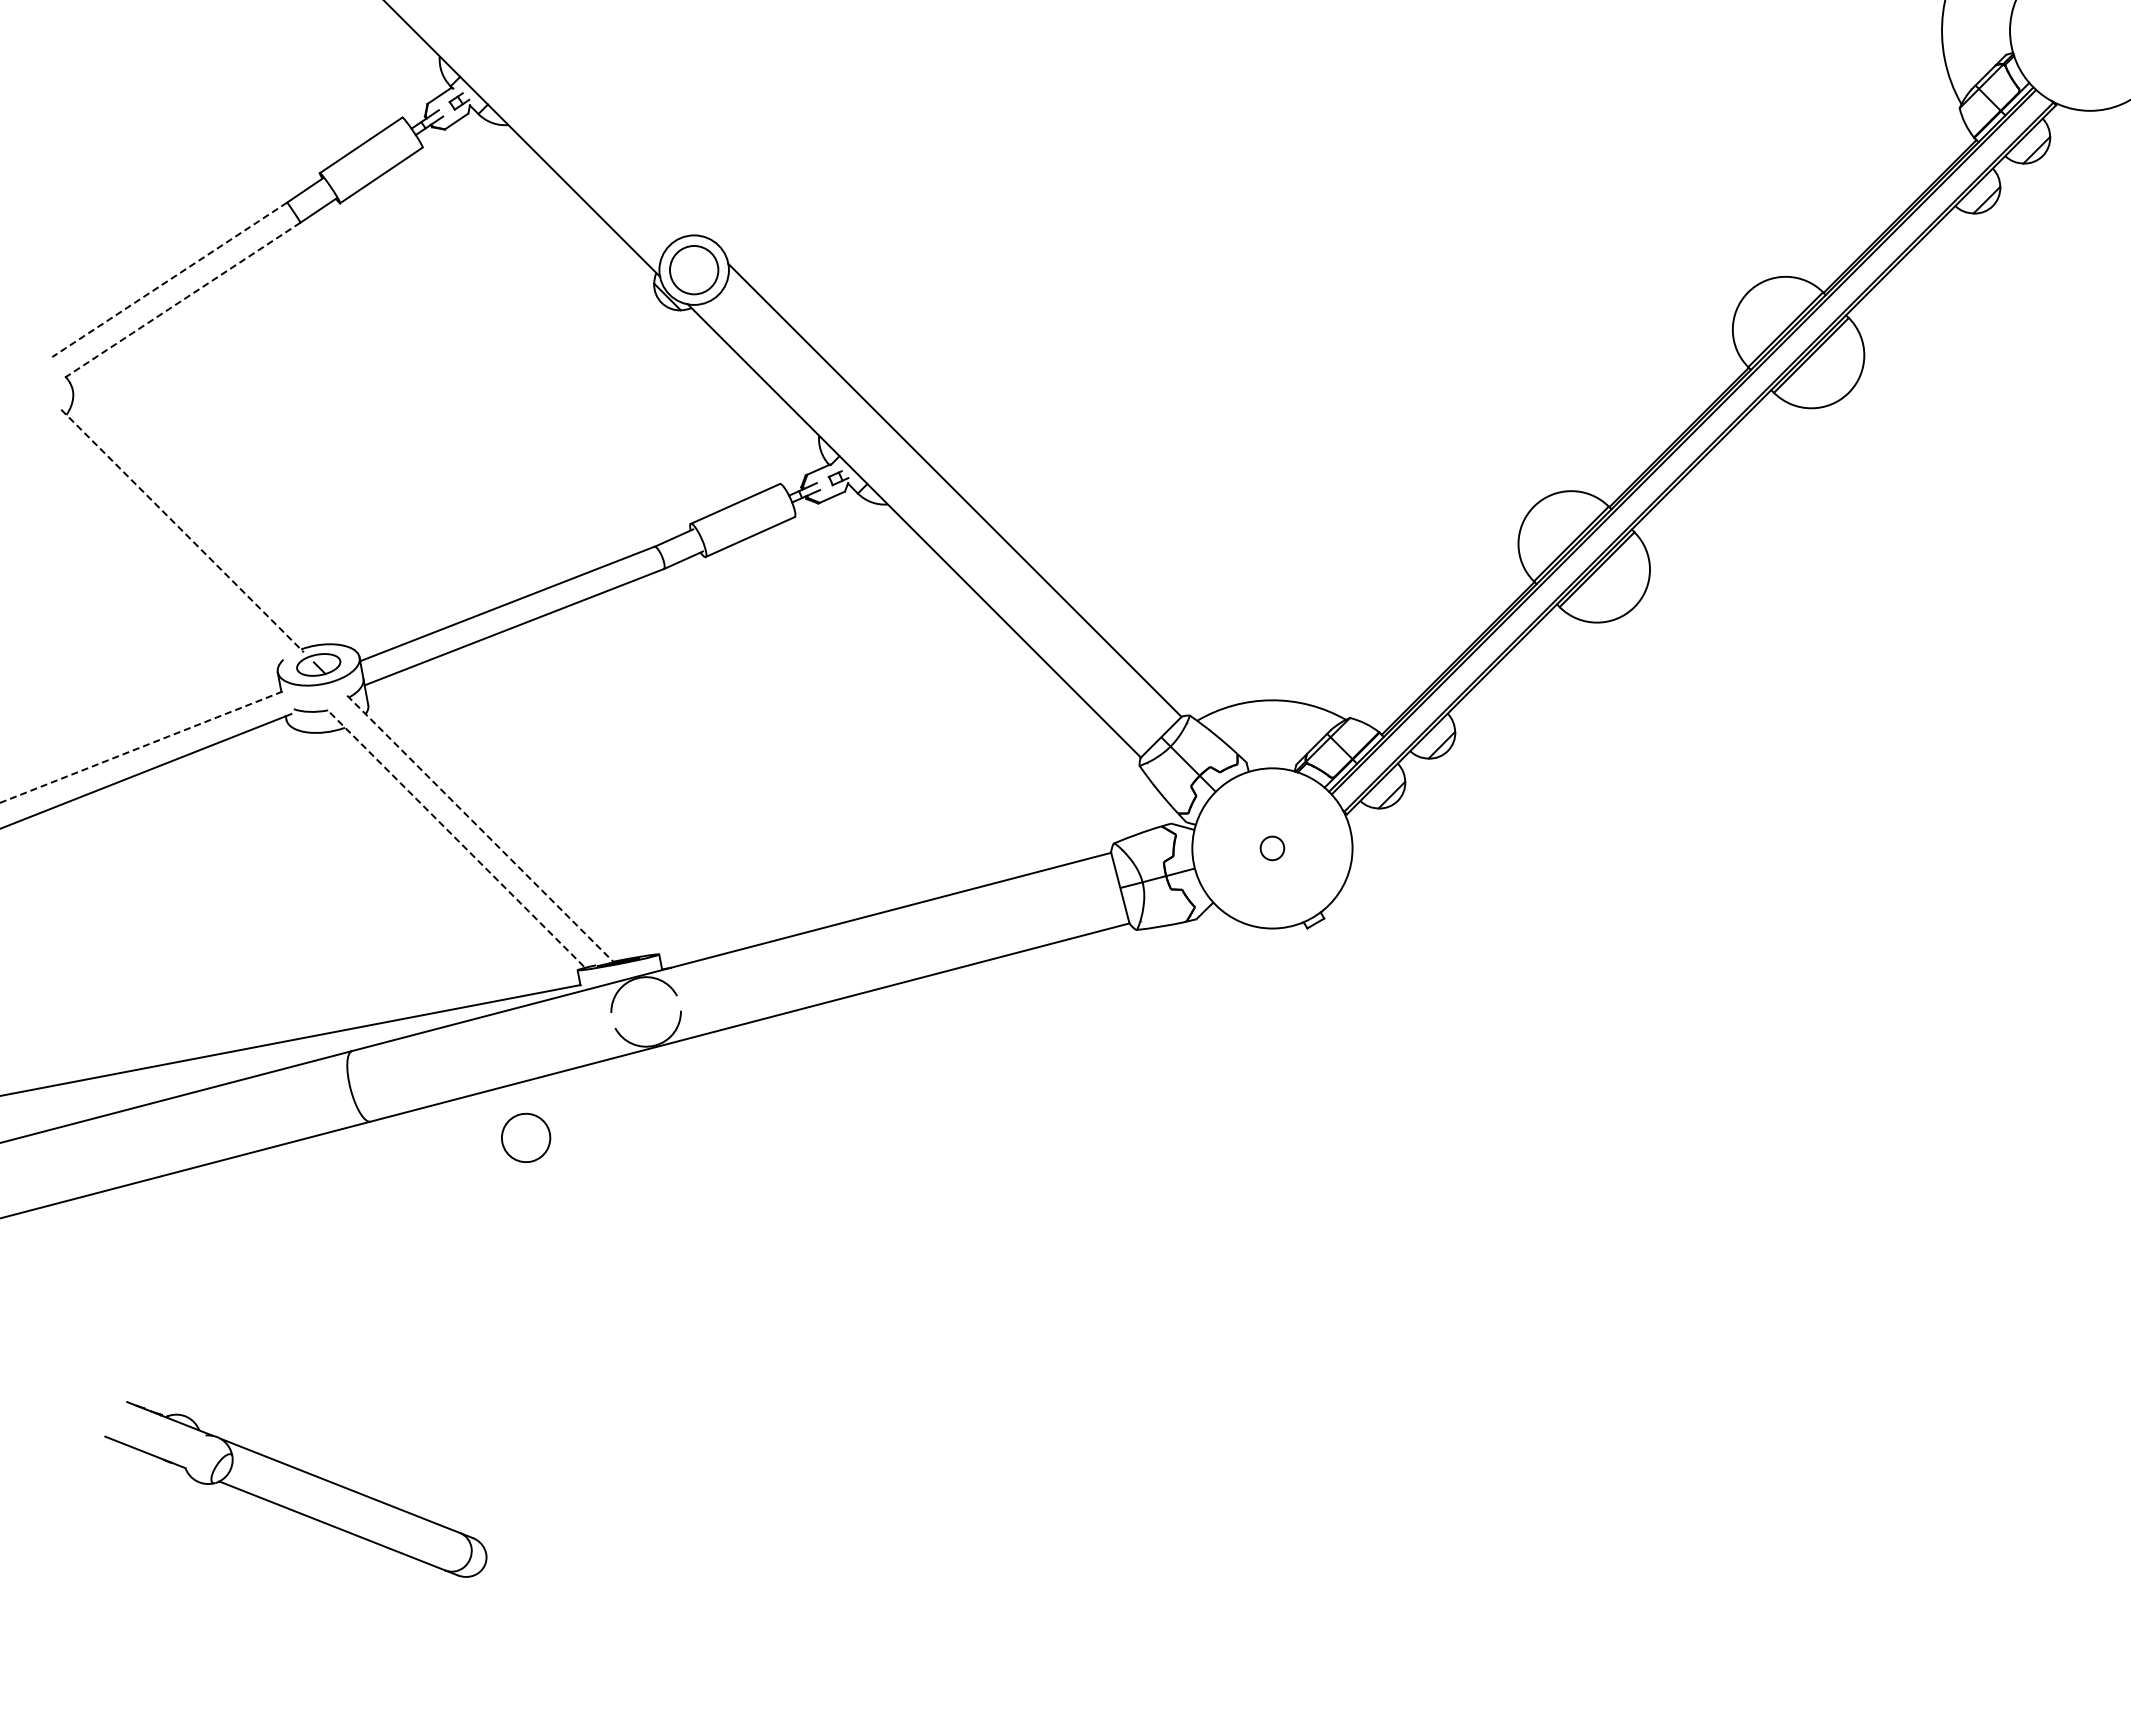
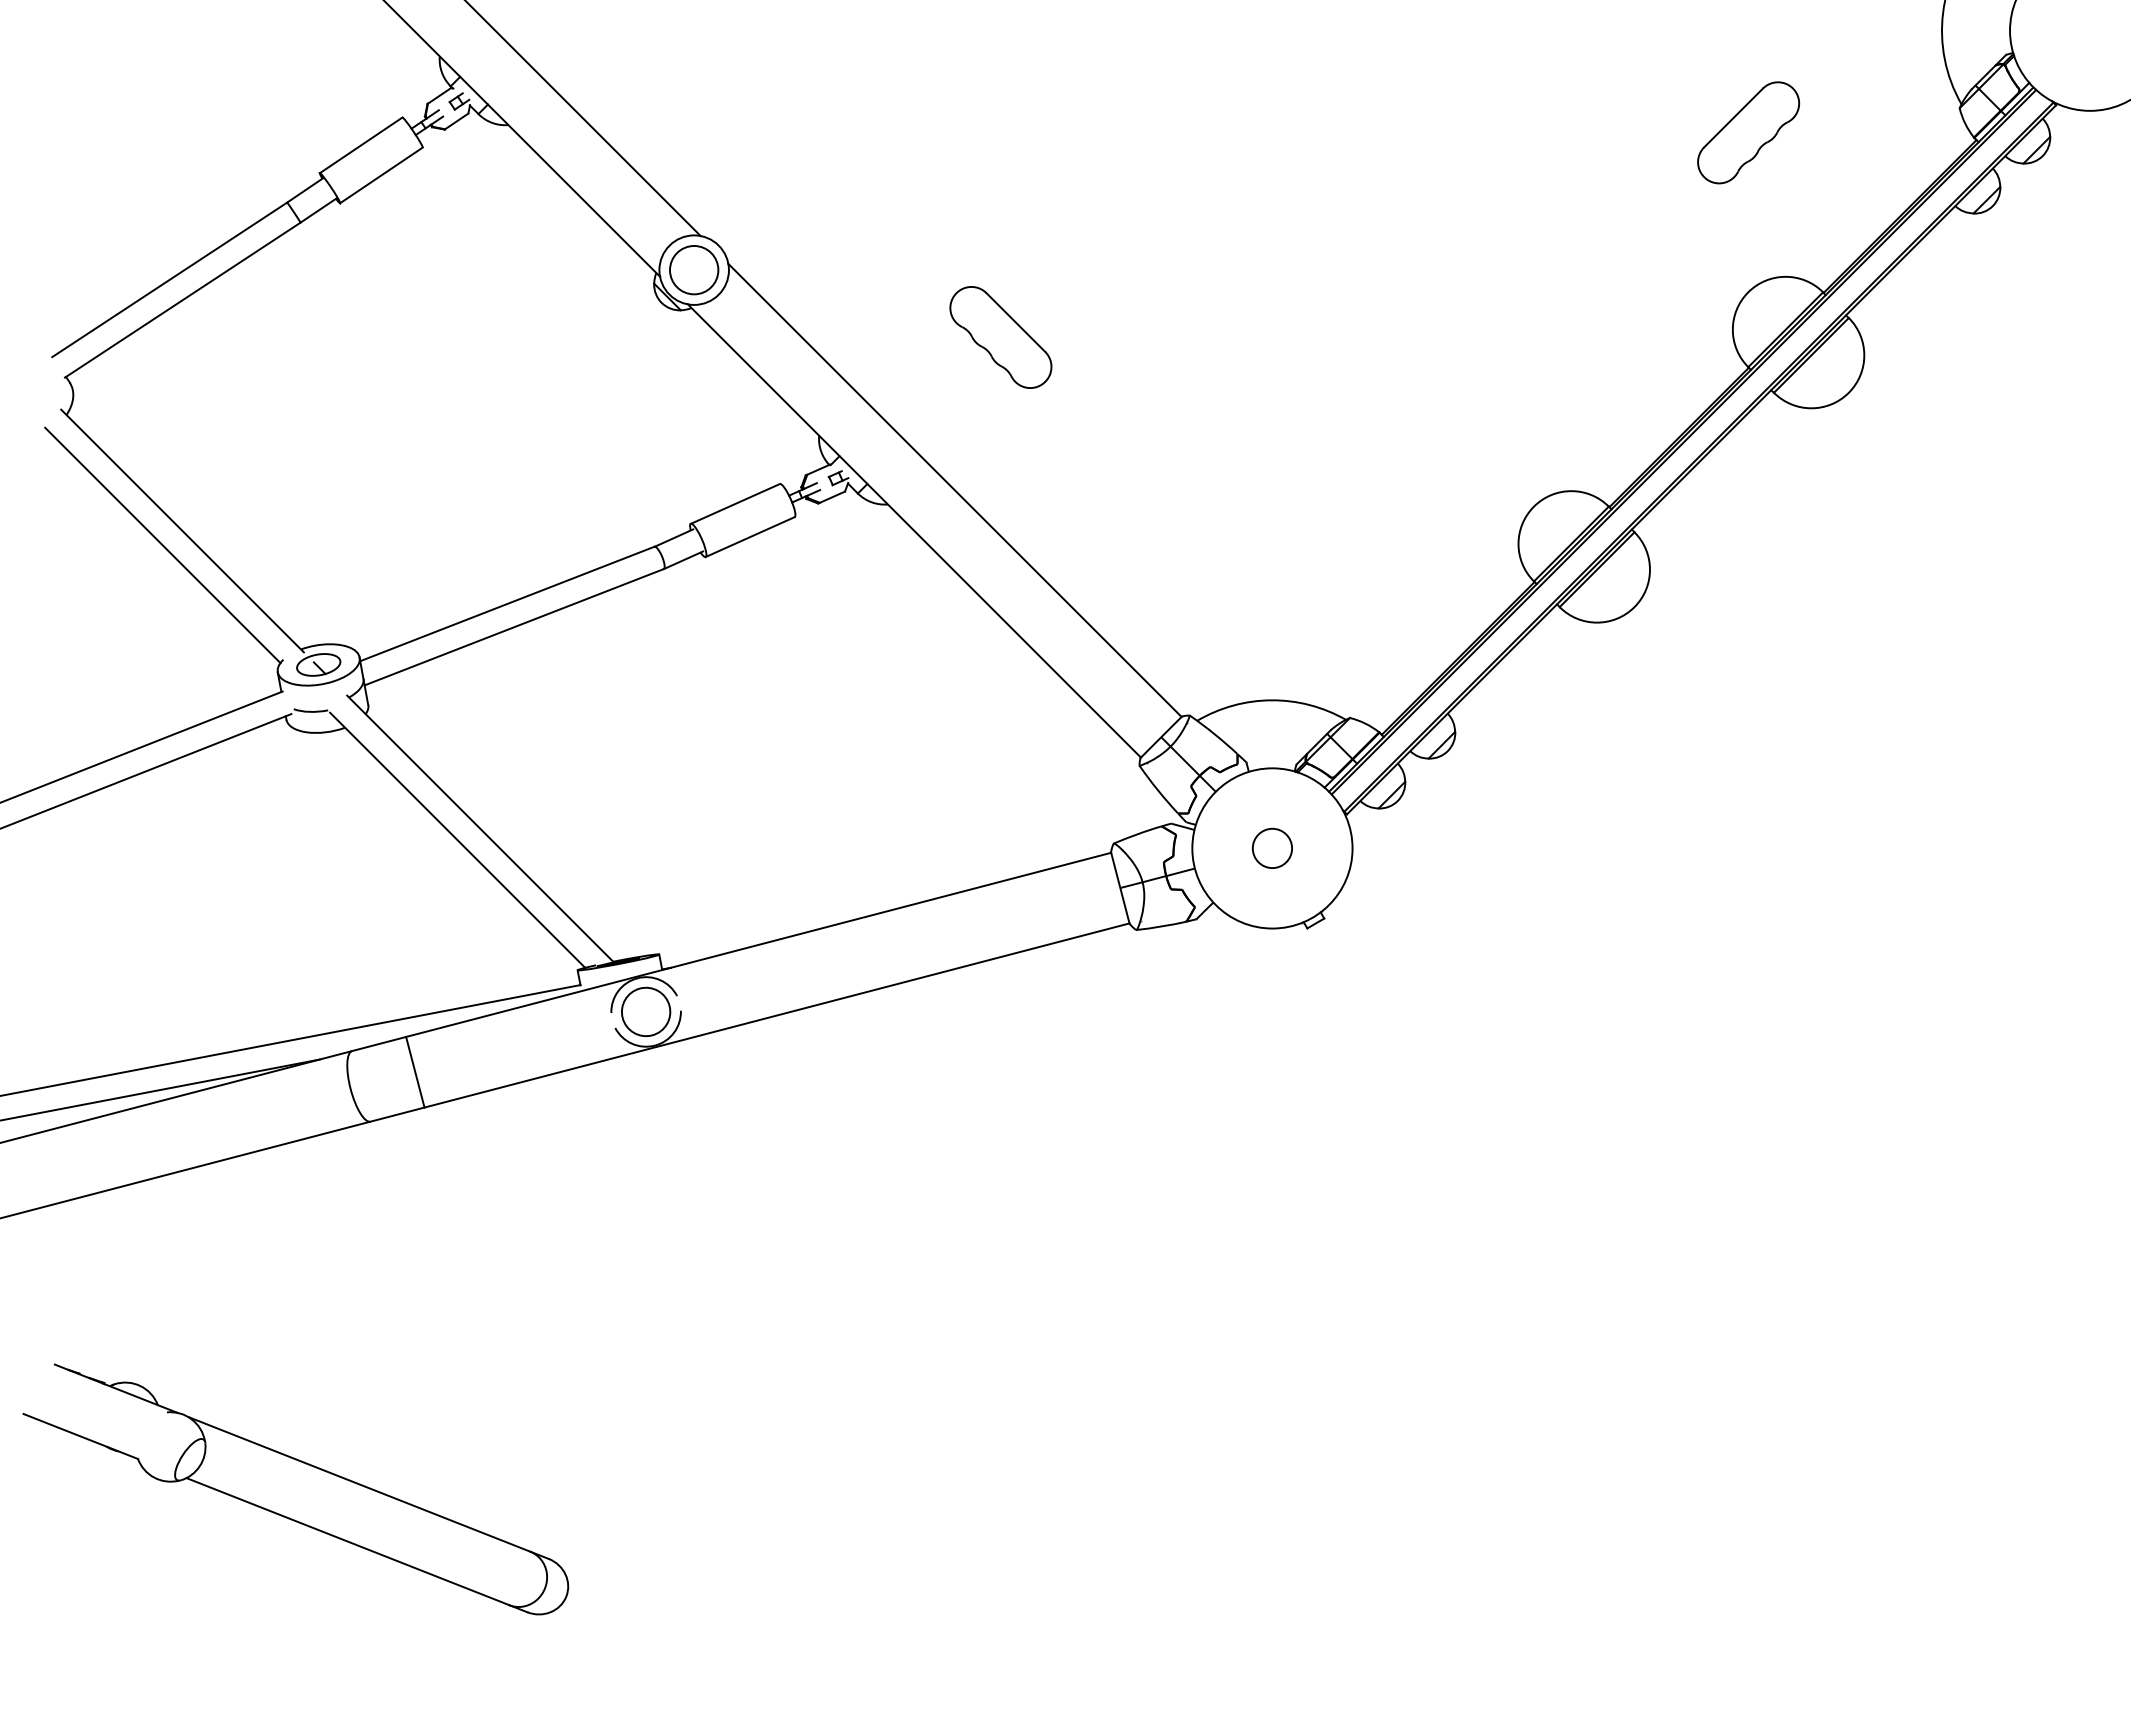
line at (583, 119): none -> present
part at (1748, 132): none -> present
line at (169, 279): dashed -> solid
line at (182, 300): dashed -> solid
part at (1000, 337): none -> present
line at (182, 531): dashed -> solid
line at (162, 545): none -> present
line at (141, 747): dashed -> solid
line at (480, 829): dashed -> solid
line at (458, 840): dashed -> solid
circle at (1272, 848) diameter: 24 px -> 39 px
line at (415, 1071): none -> present
line at (160, 1089): none -> present
part at (526, 1137) position: (526, 1137) -> (646, 1011)
part at (295, 1489) size: 384x177 px -> 548x253 px
